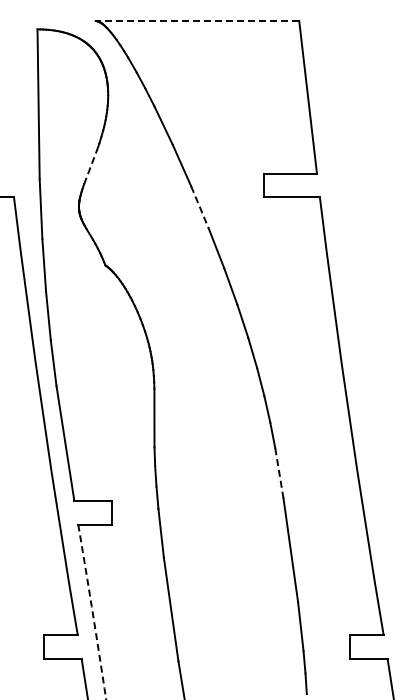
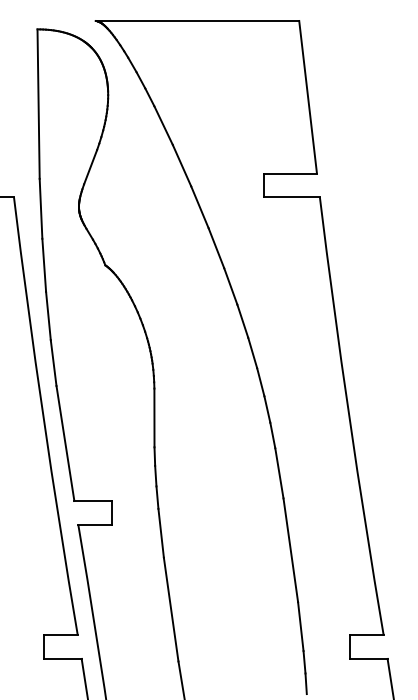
line at (197, 20): dashed -> solid
line at (90, 166): dashed -> solid
line at (199, 207): dashed -> solid
line at (279, 473): dashed -> solid
arc at (92, 612): dashed -> solid
